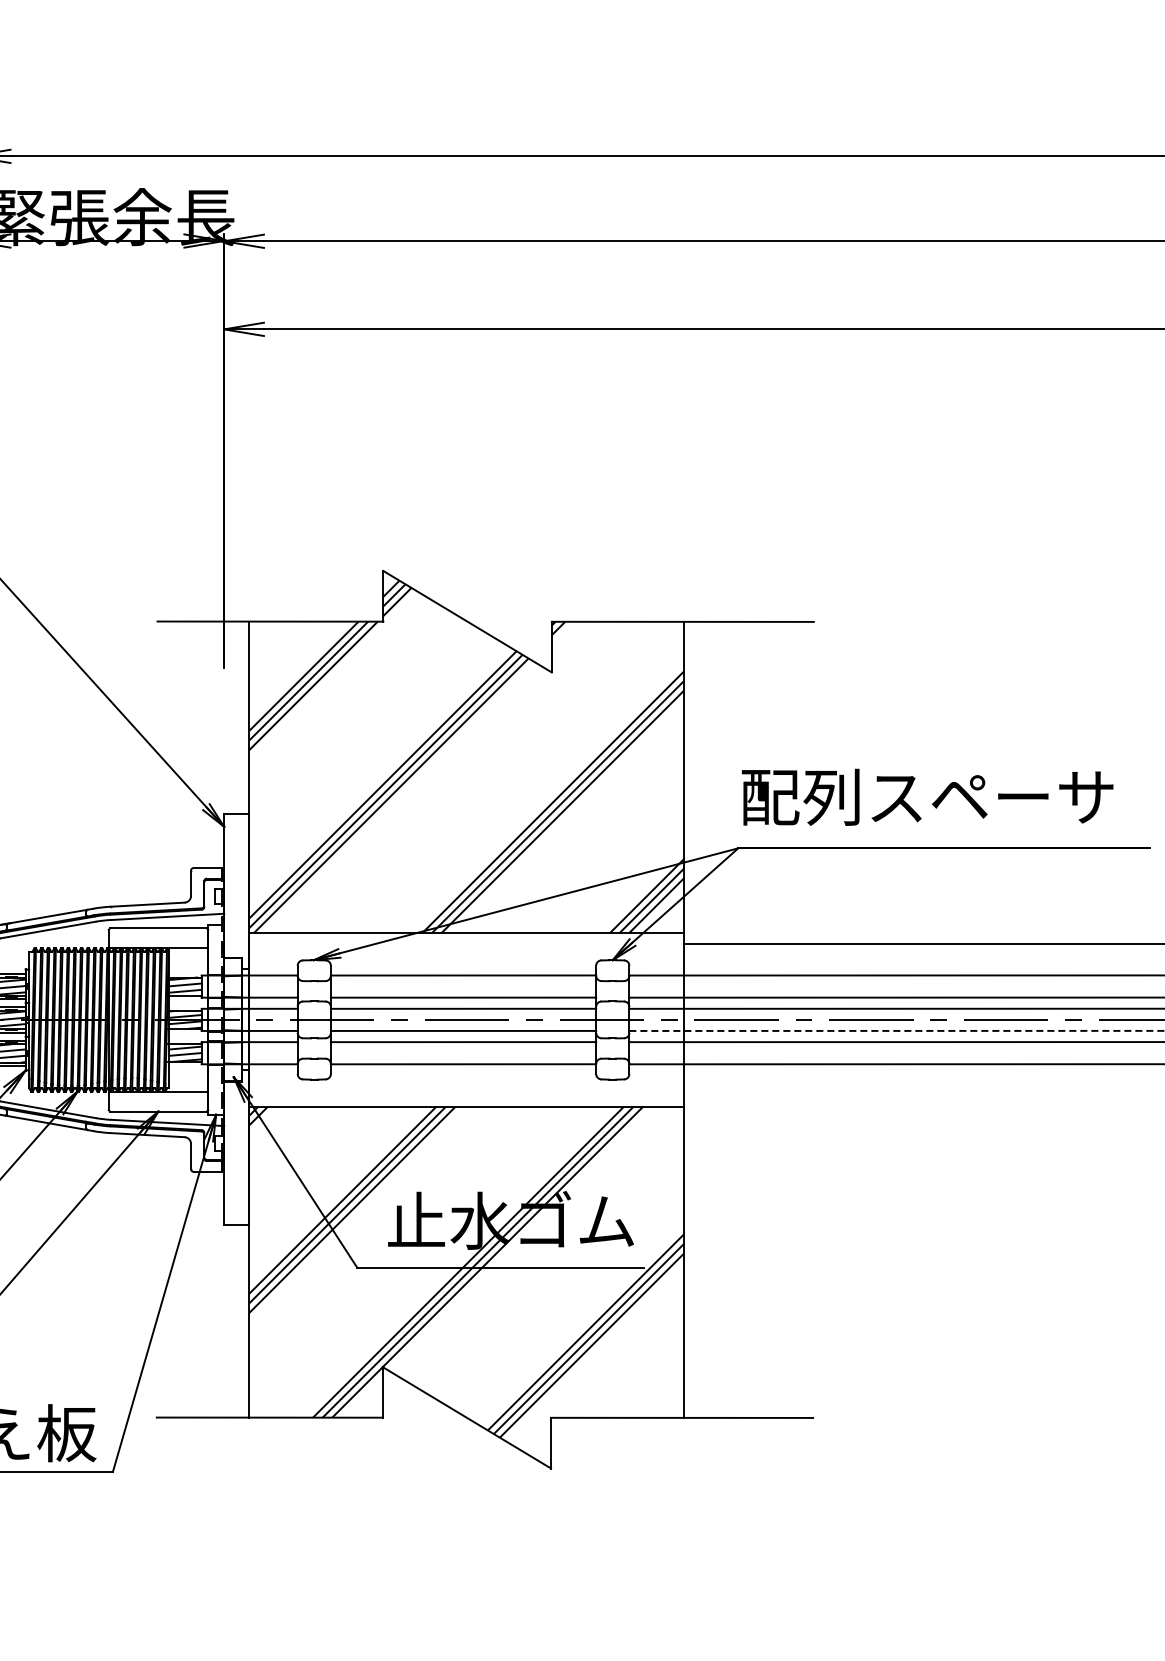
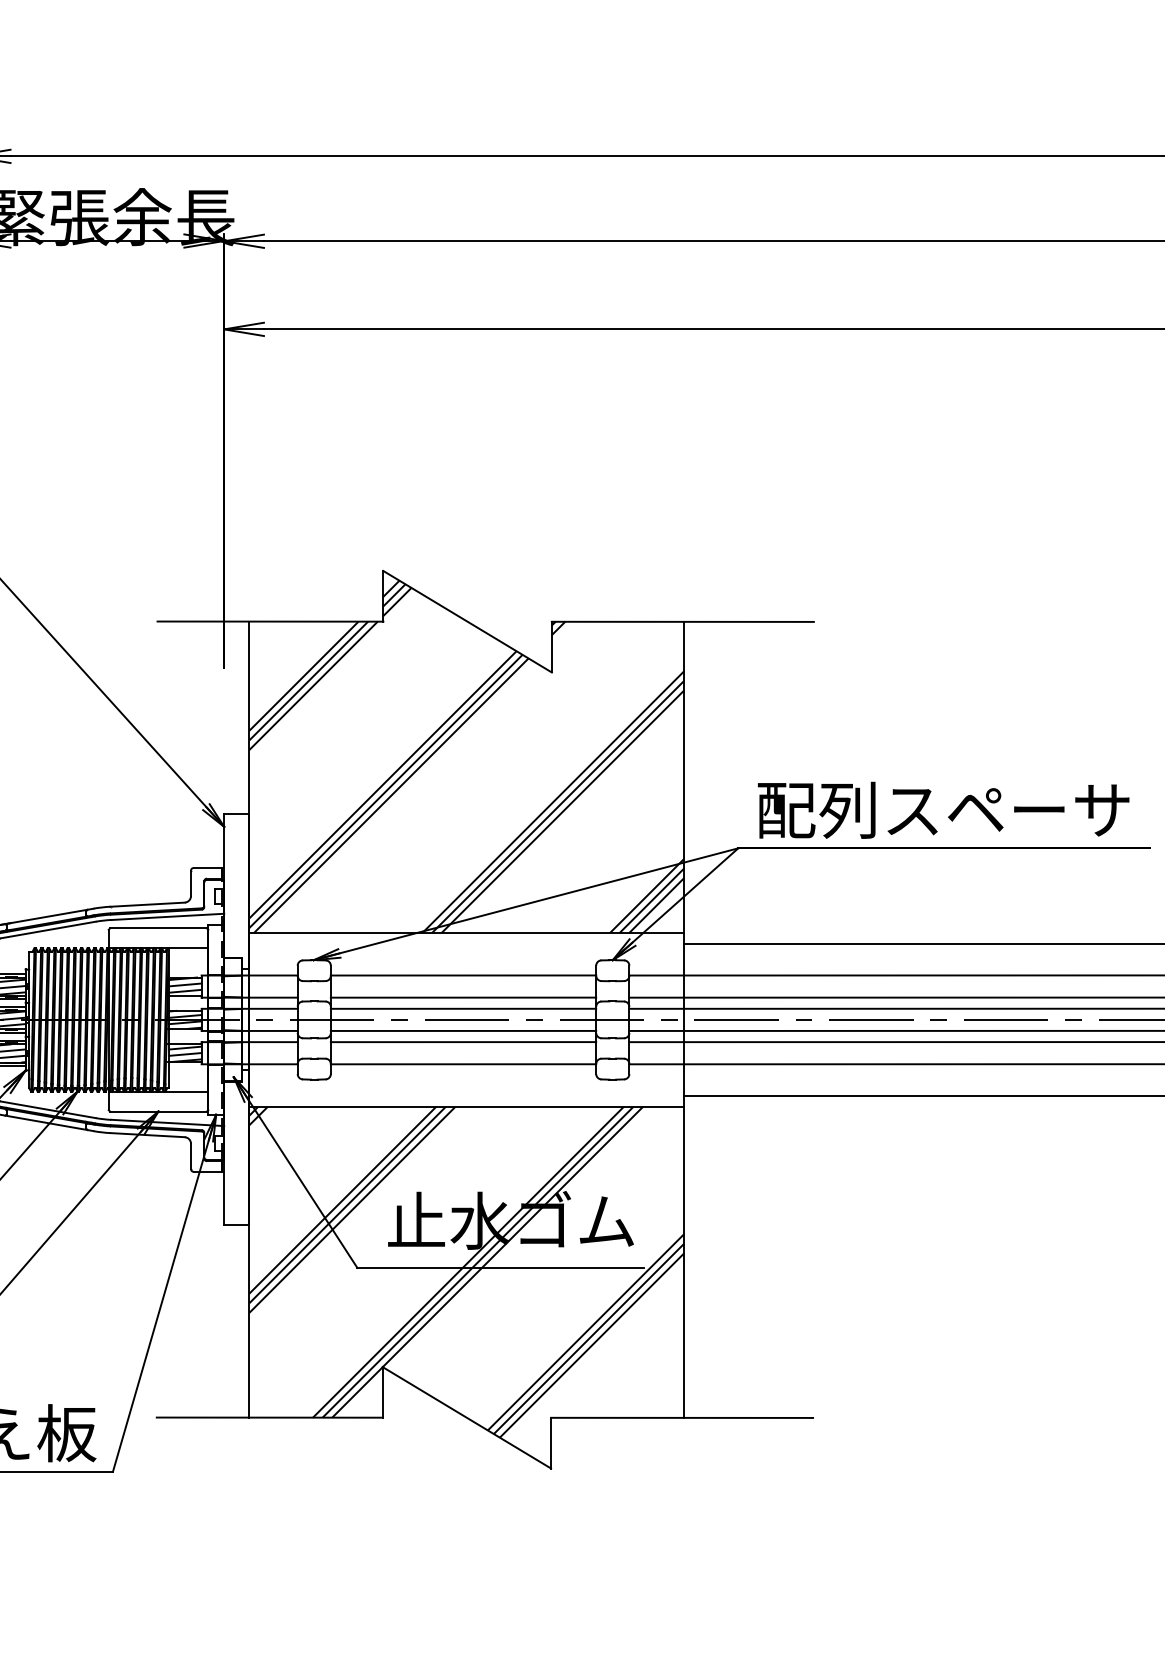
text at (927, 796) position: (927, 796) -> (943, 809)
line at (897, 1030): dashed -> solid
line at (922, 1096): none -> present
